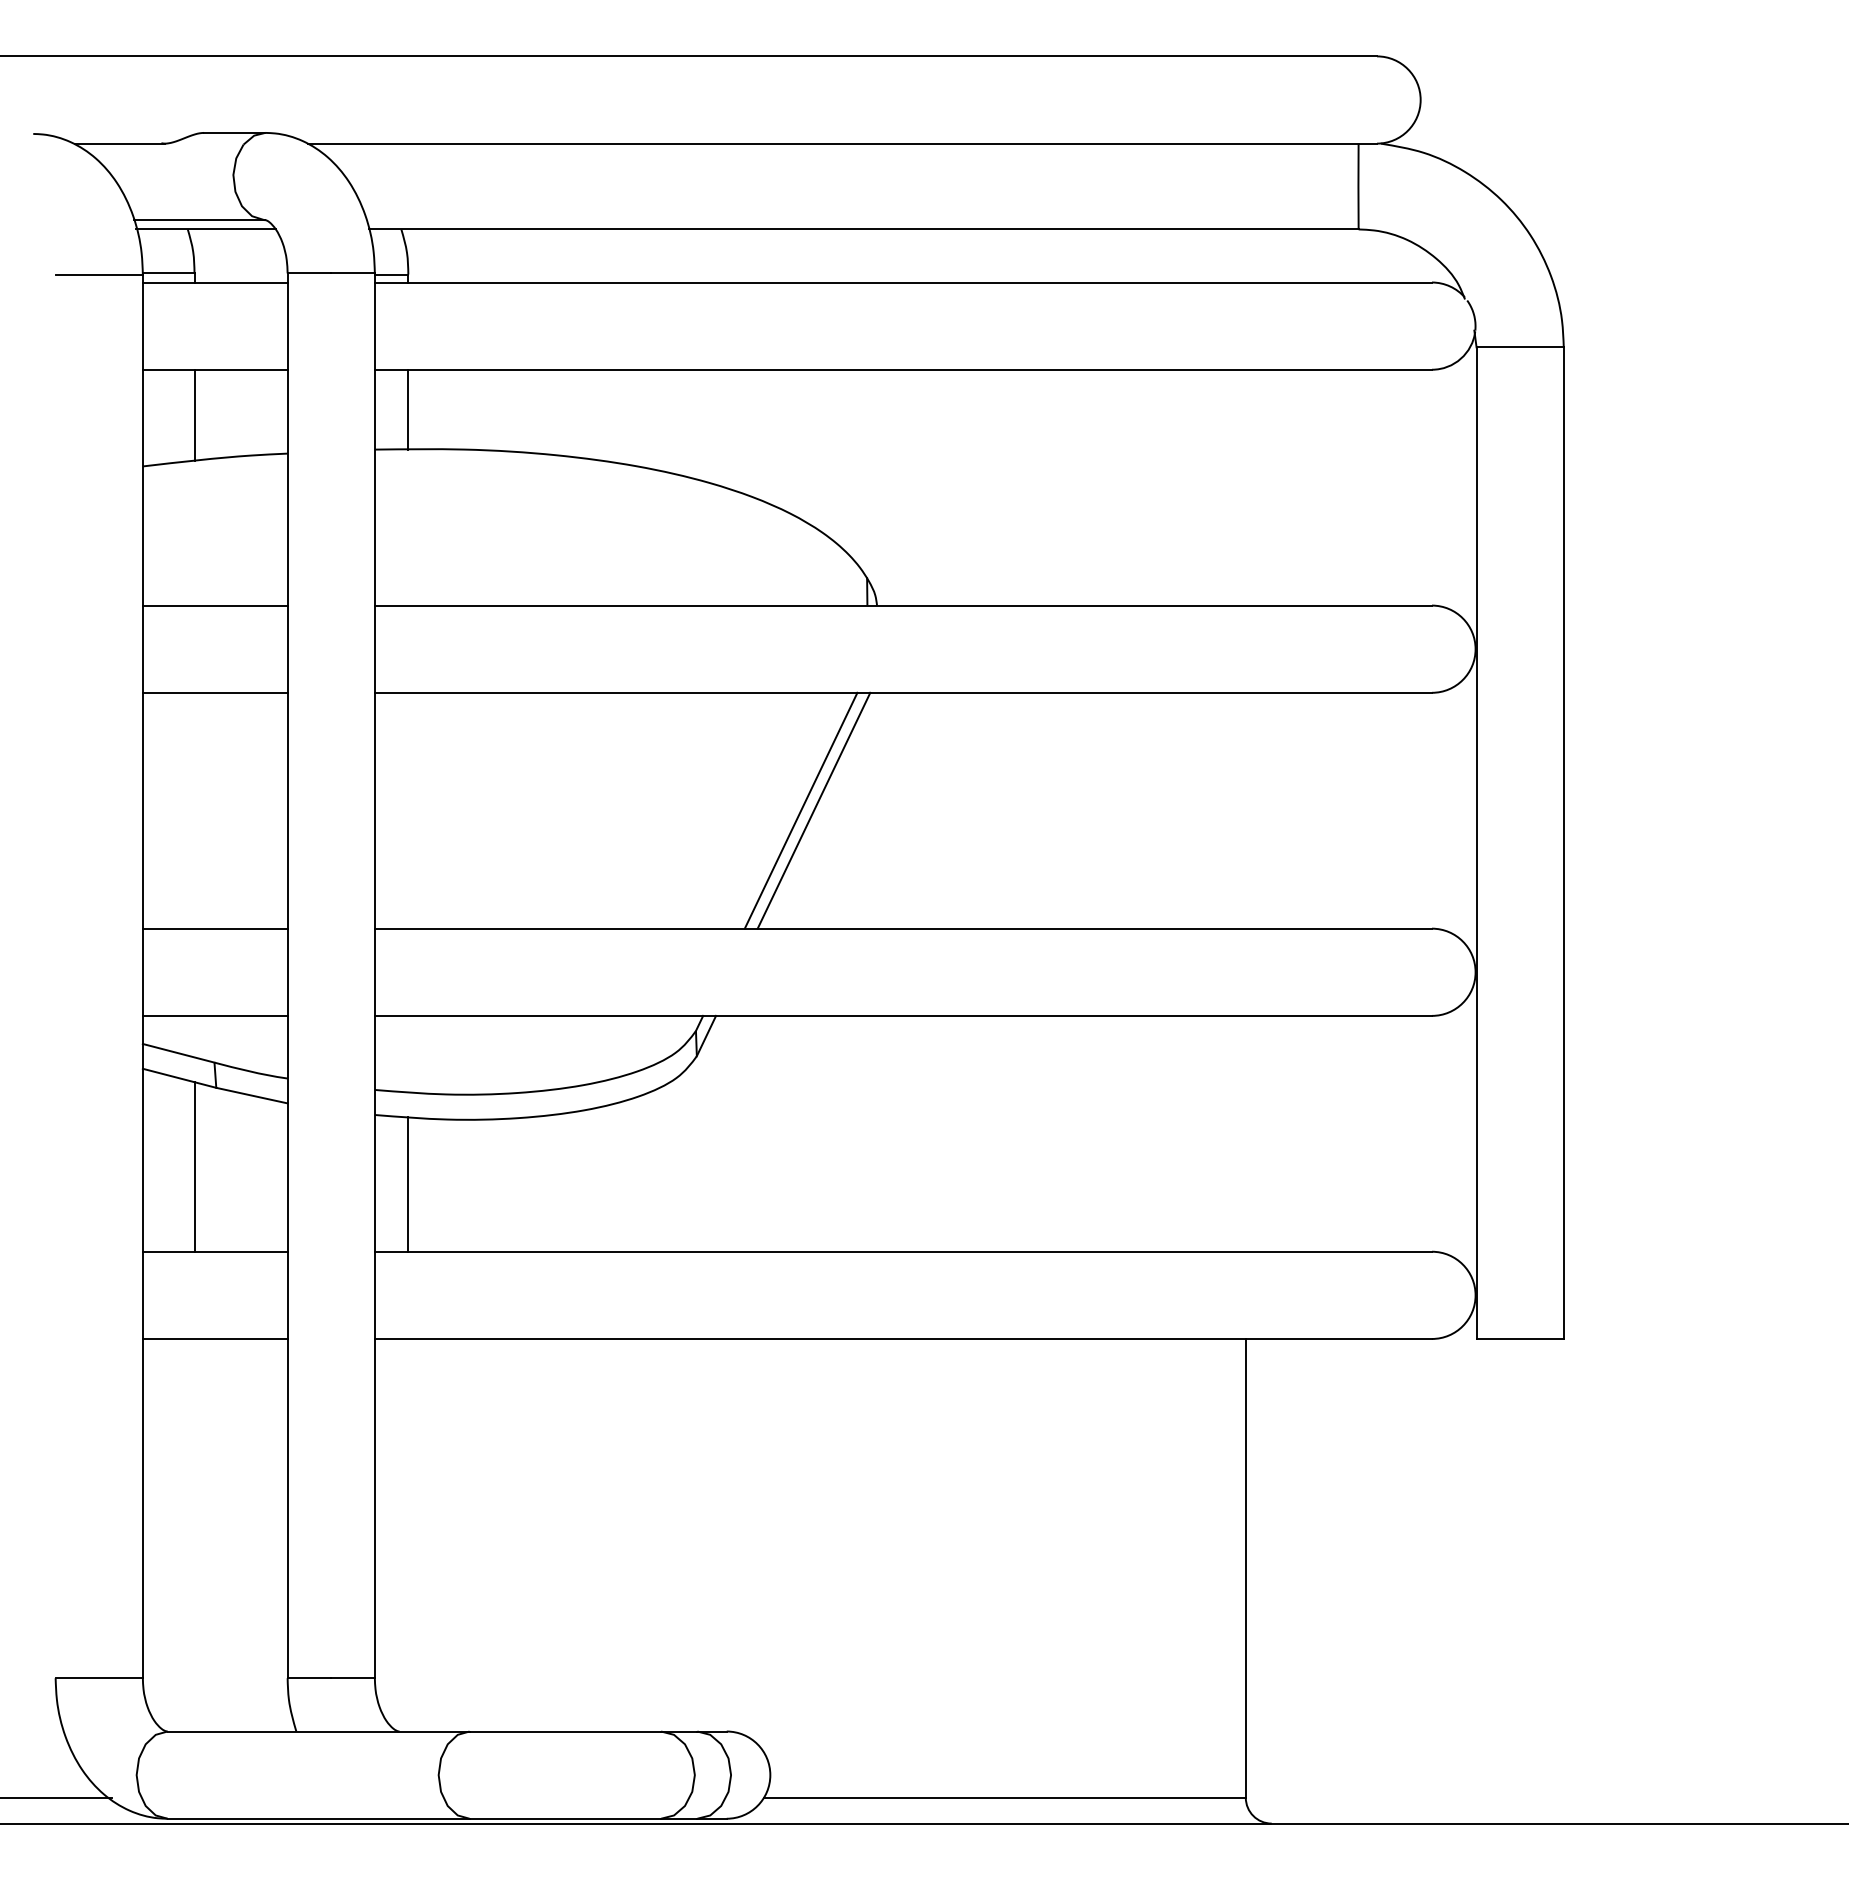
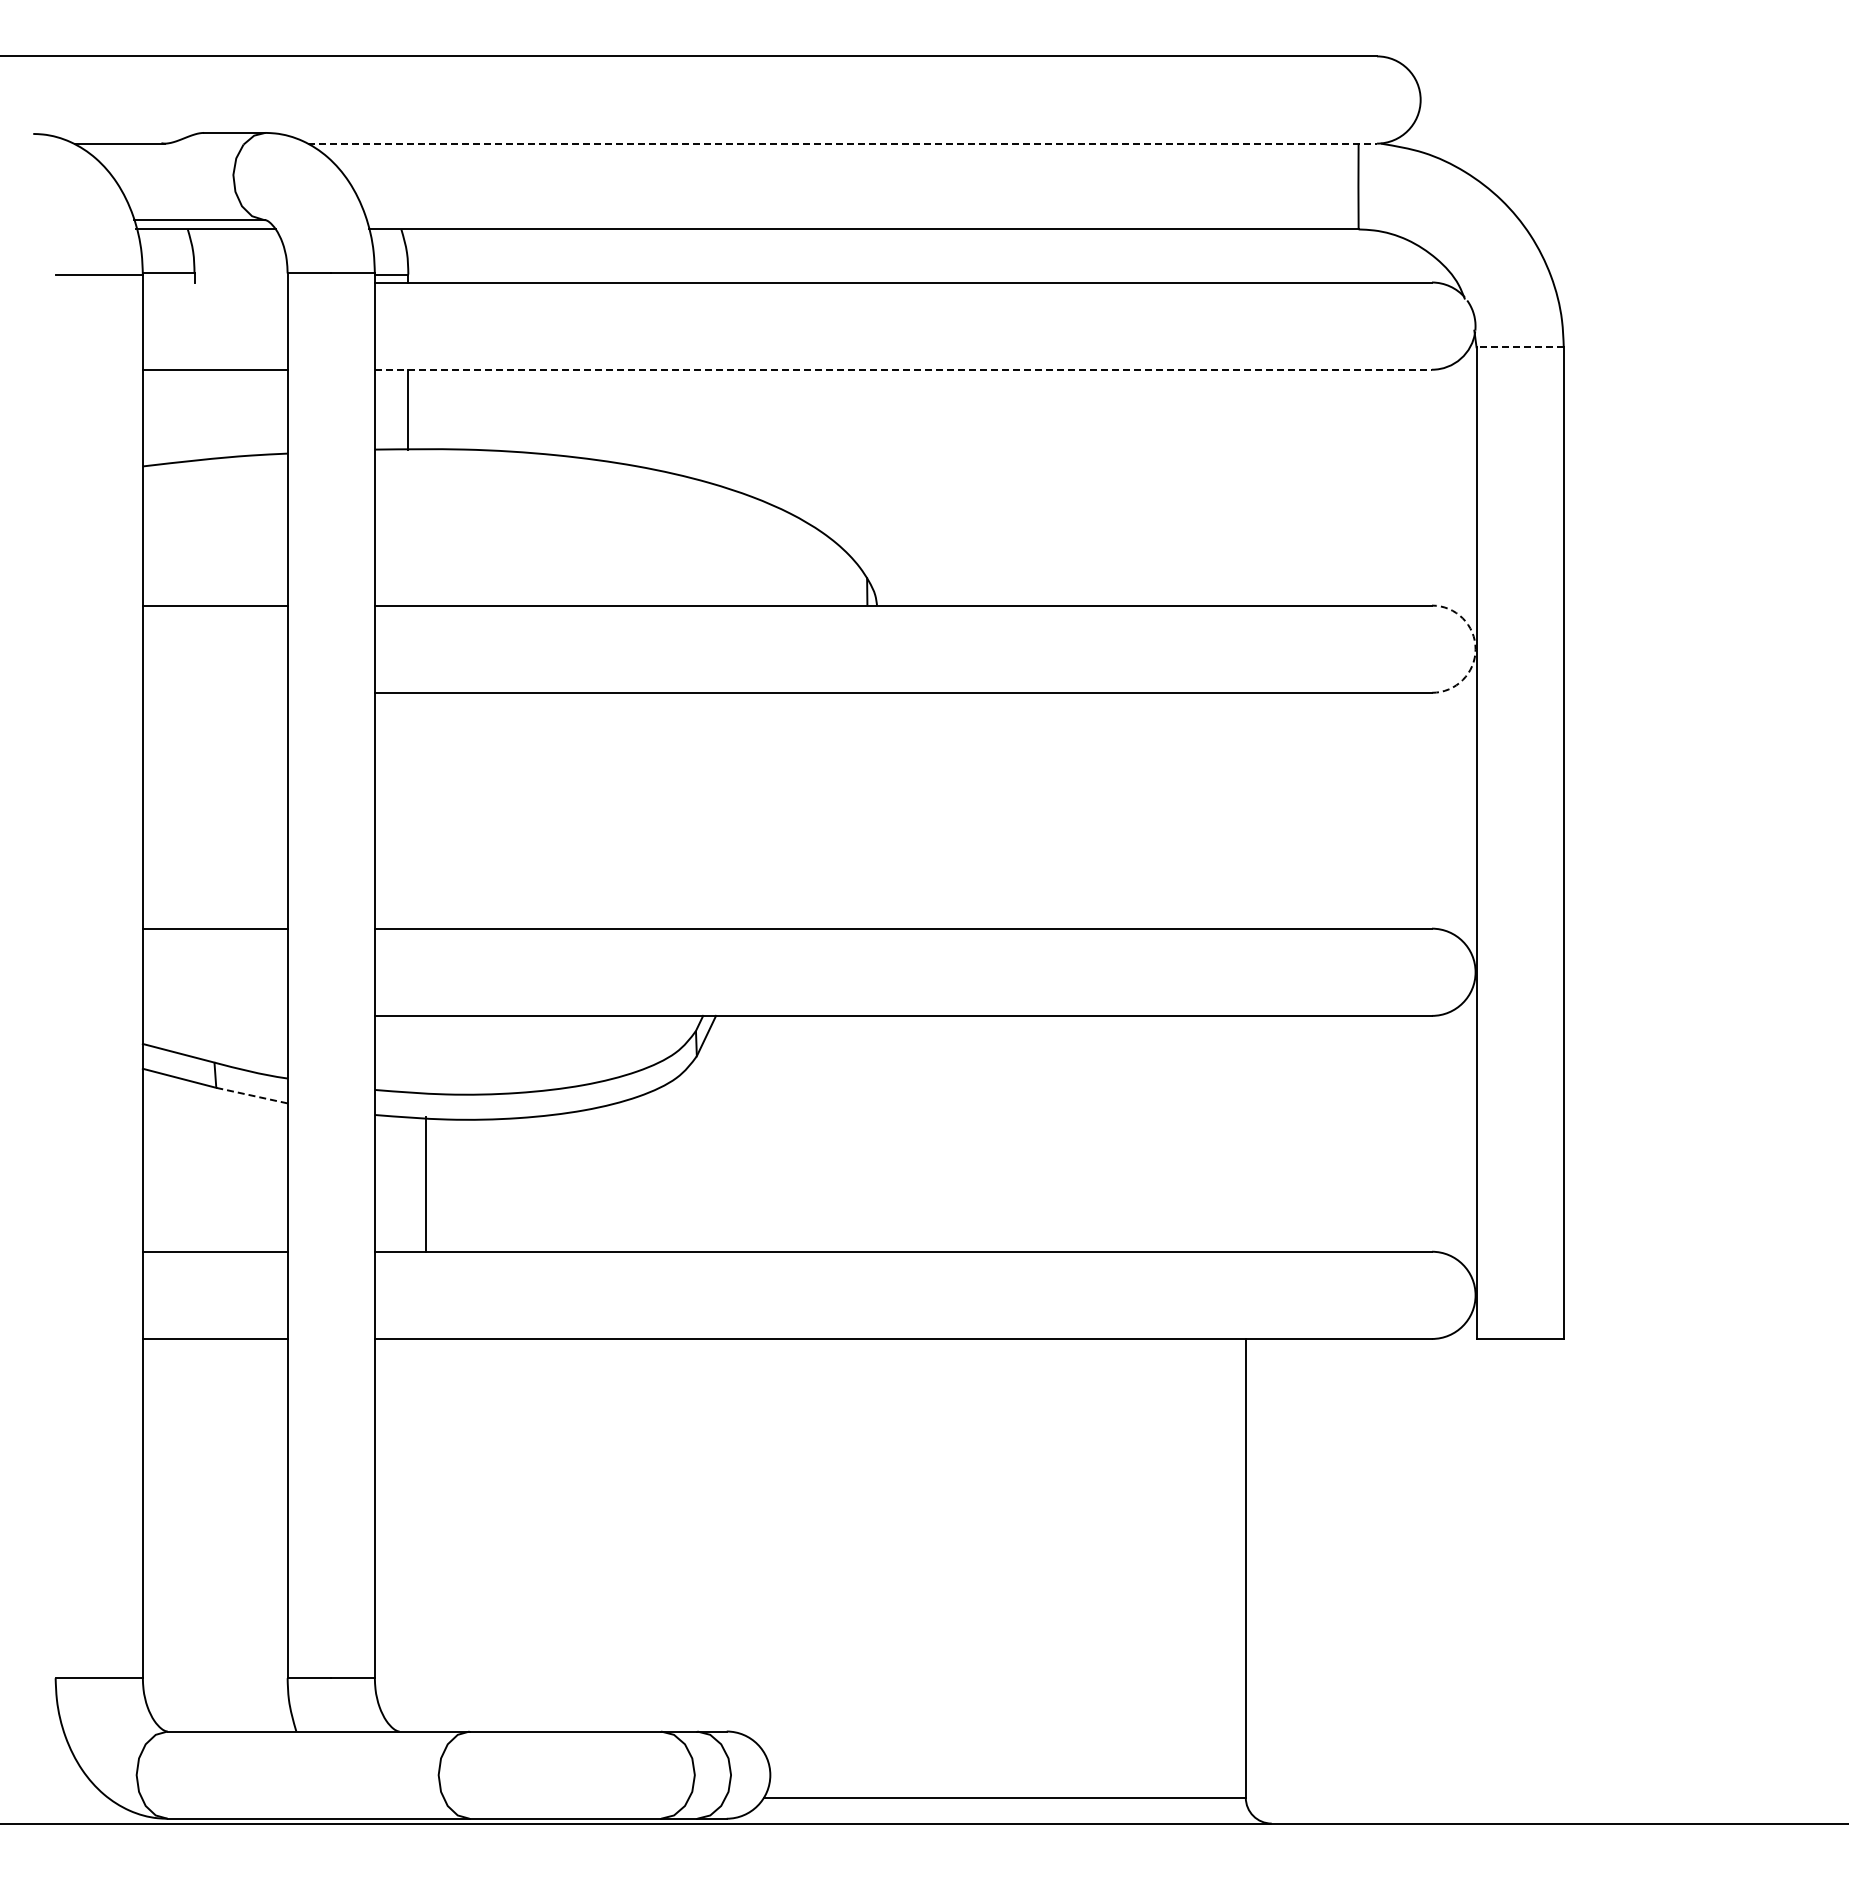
line at (842, 143): solid -> dashed
line at (214, 282): present -> none
line at (1520, 347): solid -> dashed
line at (903, 369): solid -> dashed
line at (194, 415): present -> none
arc at (1475, 649): solid -> dashed
line at (214, 692): present -> none
line at (800, 810): present -> none
line at (813, 810): present -> none
line at (214, 1015): present -> none
line at (251, 1095): solid -> dashed
line at (194, 1166): present -> none
line at (408, 1184) position: (408, 1184) -> (426, 1184)
line at (56, 1797): present -> none
